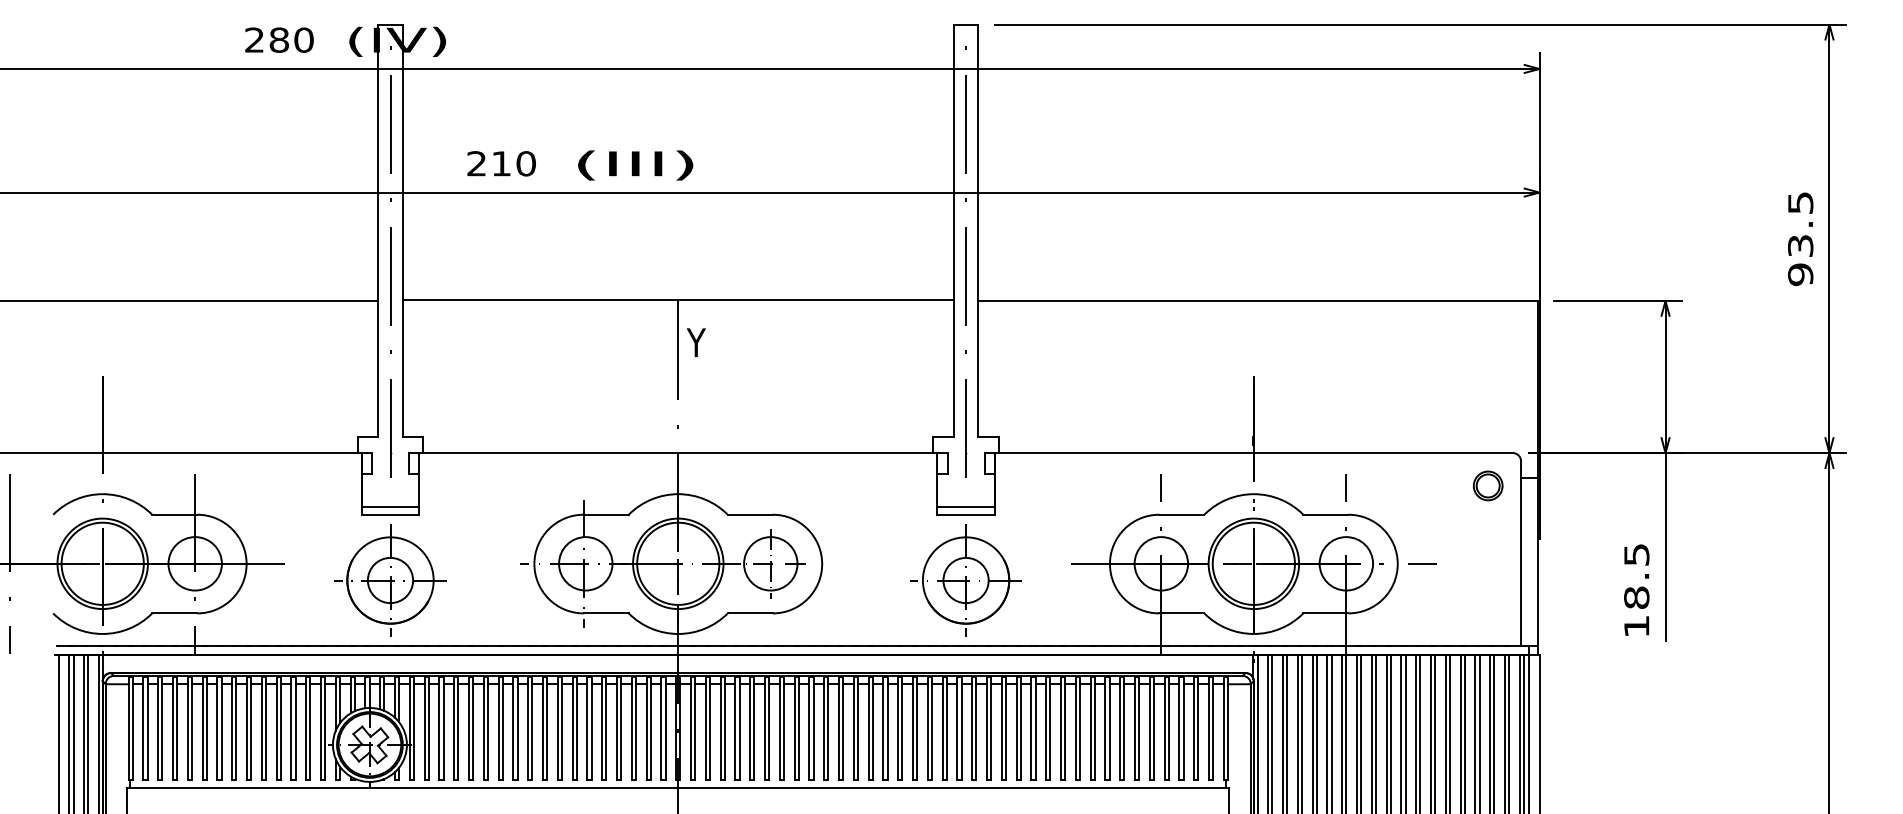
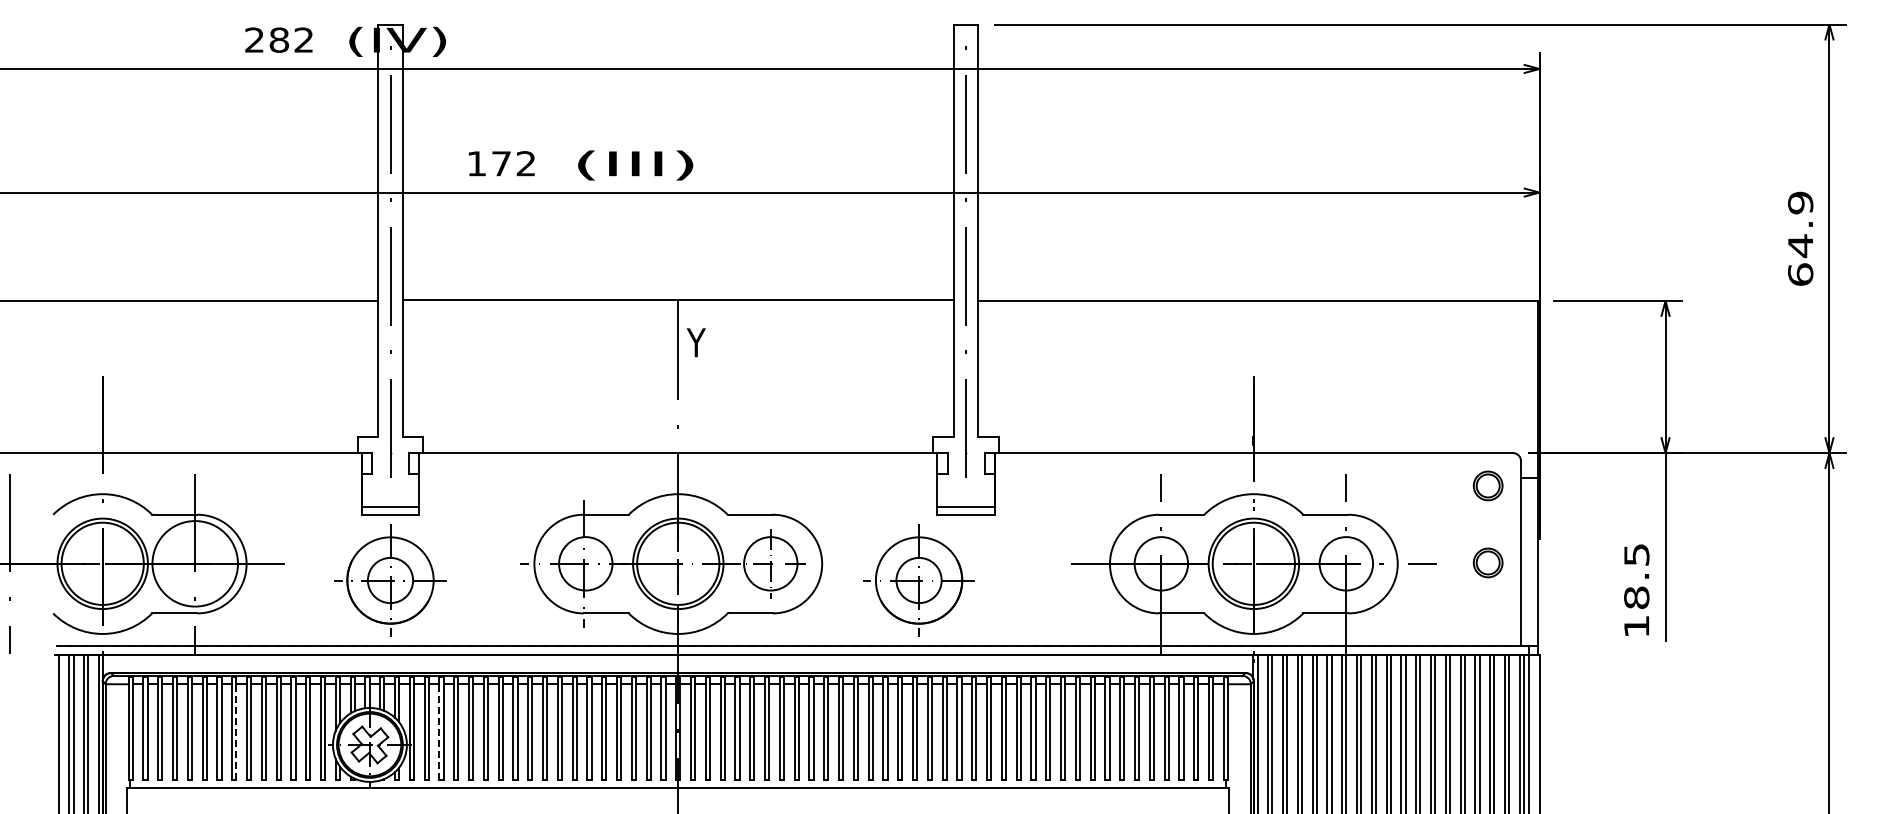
text at (303, 39): 280 -> 282
text at (501, 163): 210 -> 172
text at (1800, 238): 93.5 -> 64.9
part at (1487, 562): none -> present
circle at (194, 563) diameter: 53 px -> 86 px
part at (965, 580) position: (965, 580) -> (918, 580)
line at (236, 732): solid -> dashed
line at (439, 732): solid -> dashed
